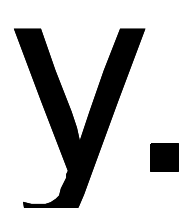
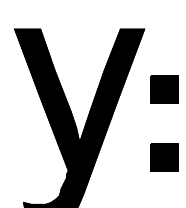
part at (164, 89): none -> present
